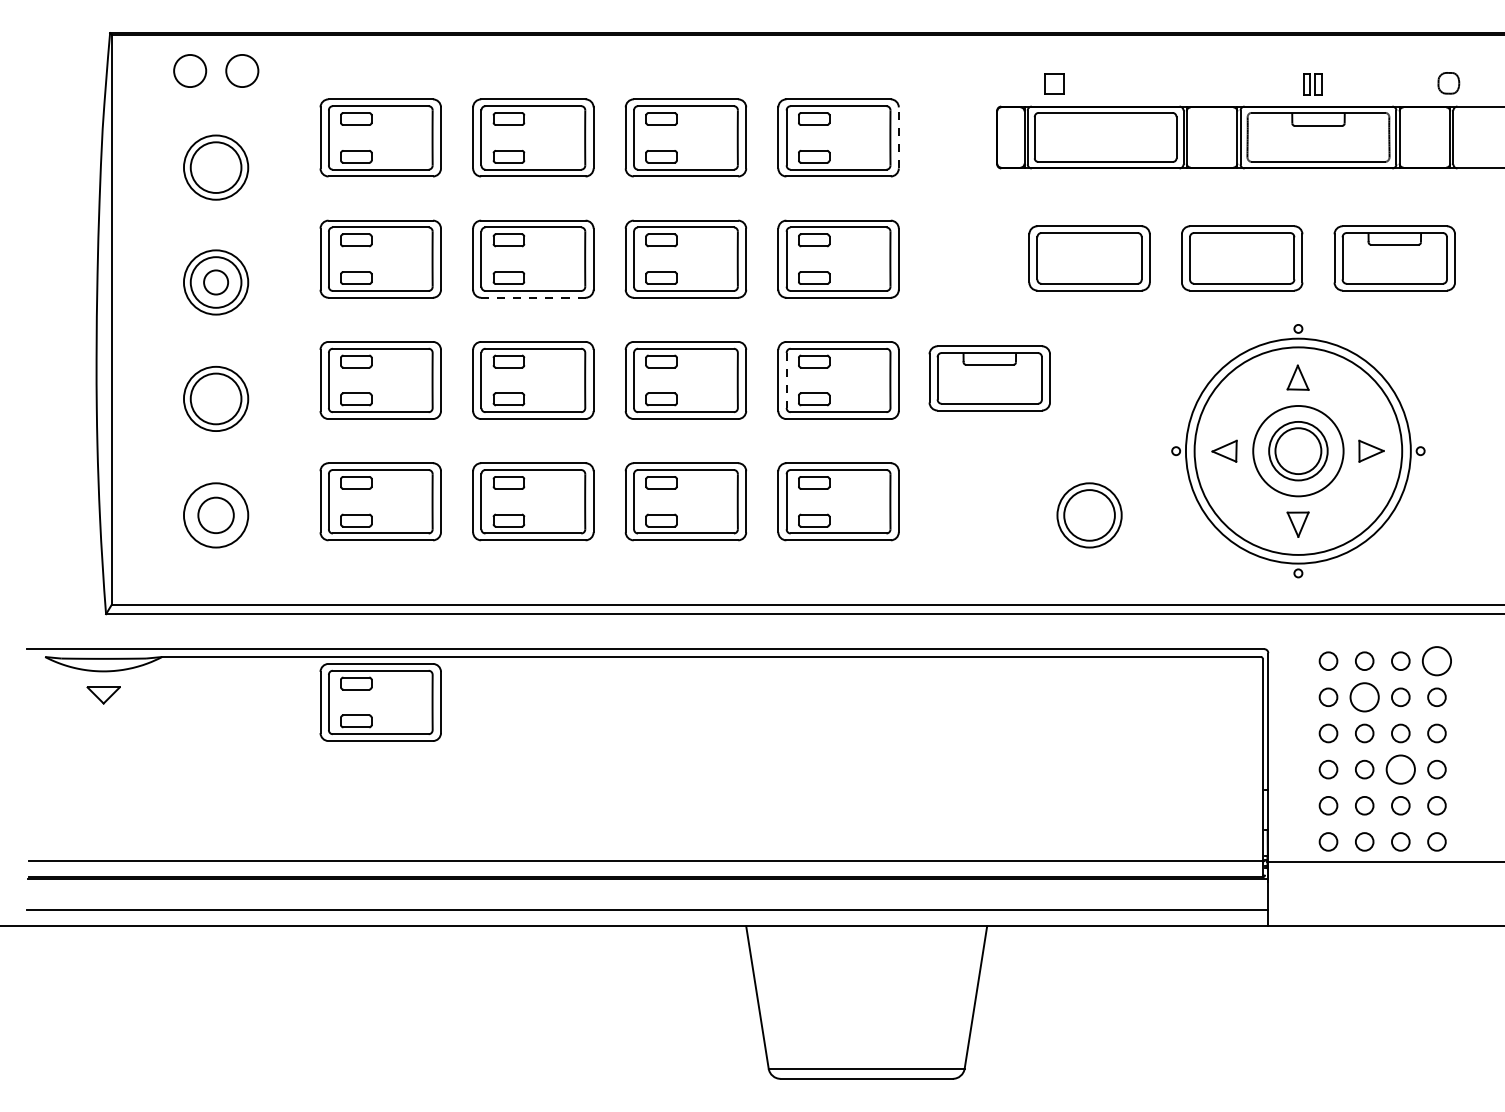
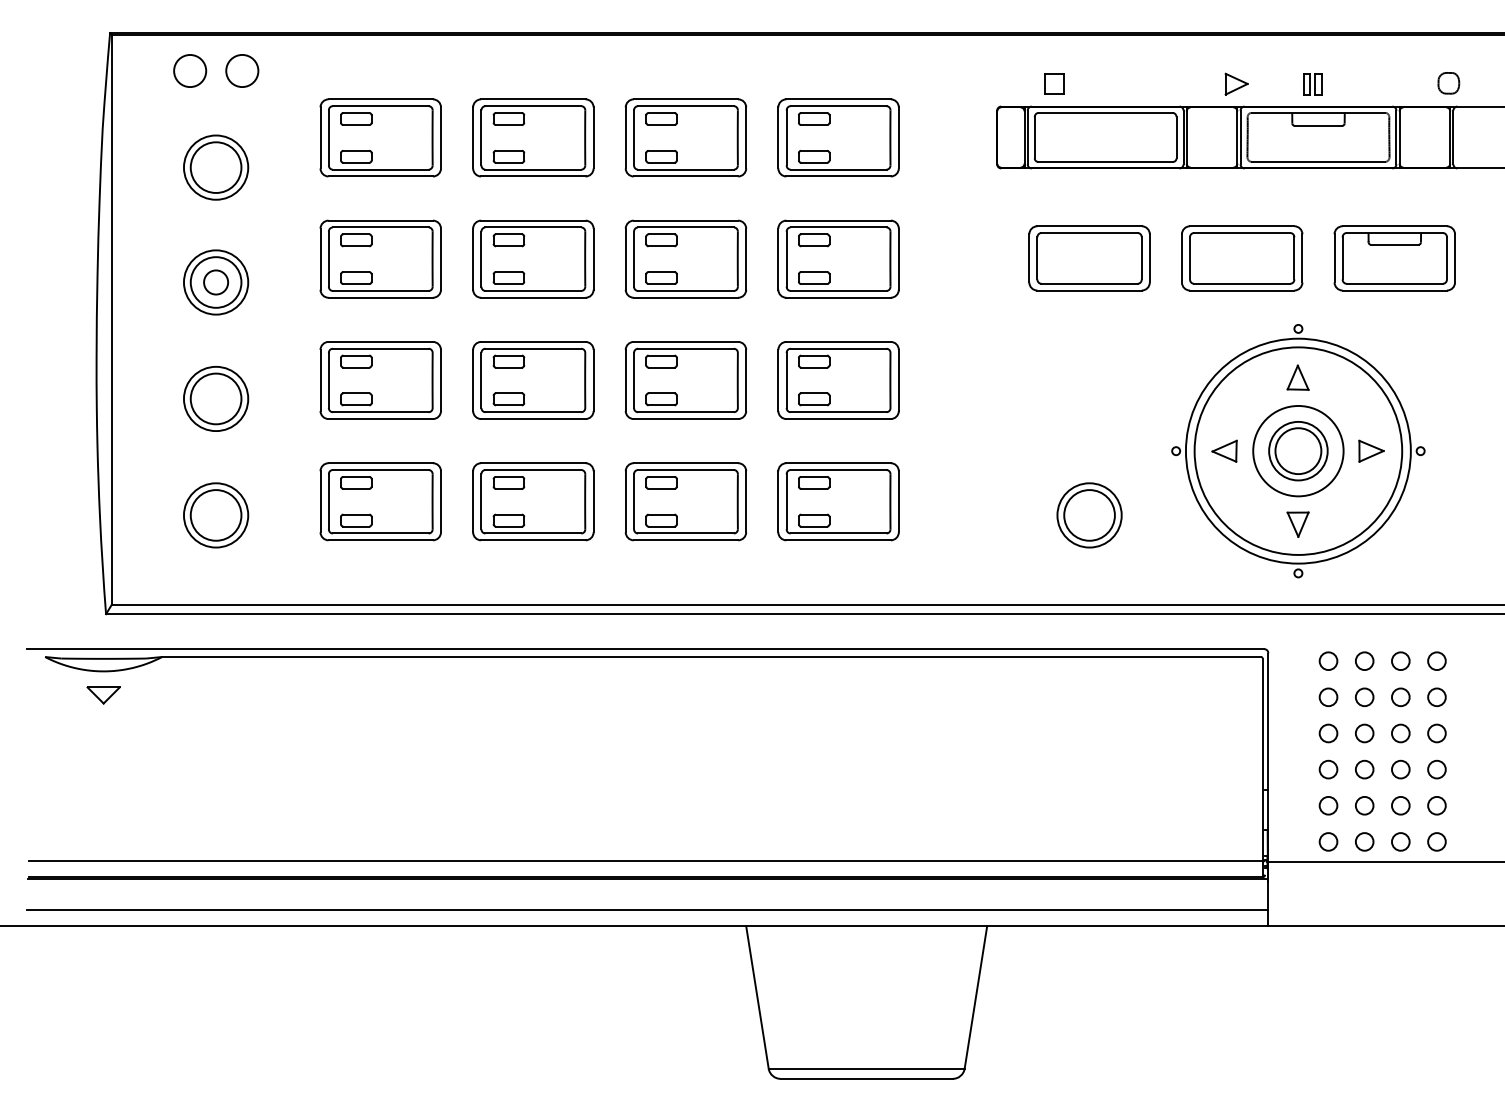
part at (1236, 83): none -> present
line at (898, 137): dashed -> solid
line at (533, 297): dashed -> solid
part at (989, 378): present -> none
line at (786, 380): dashed -> solid
circle at (215, 515) diameter: 35 px -> 51 px
circle at (1436, 661) diameter: 28 px -> 18 px
circle at (1364, 697) diameter: 28 px -> 18 px
part at (380, 702): present -> none
circle at (1400, 769) diameter: 28 px -> 18 px
